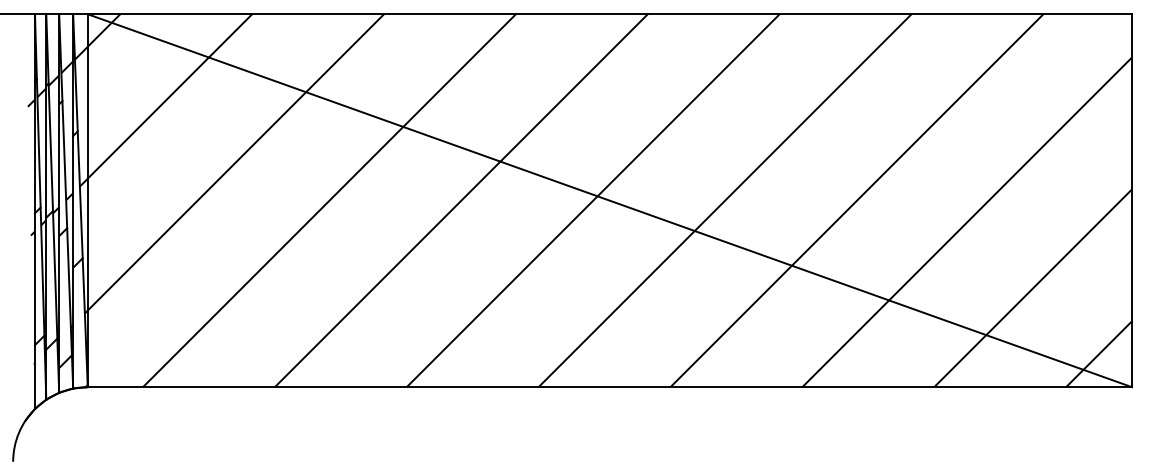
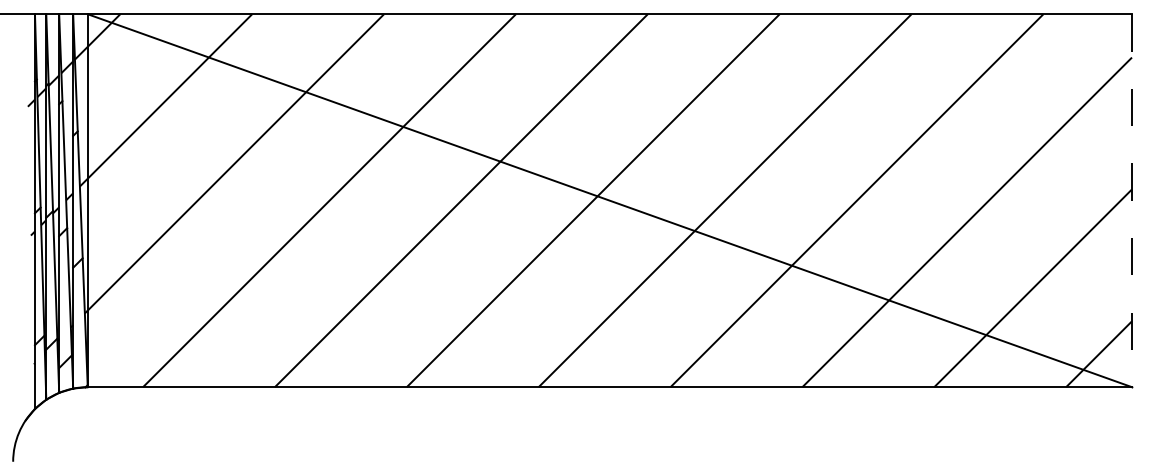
line at (1131, 201): solid -> dashed
